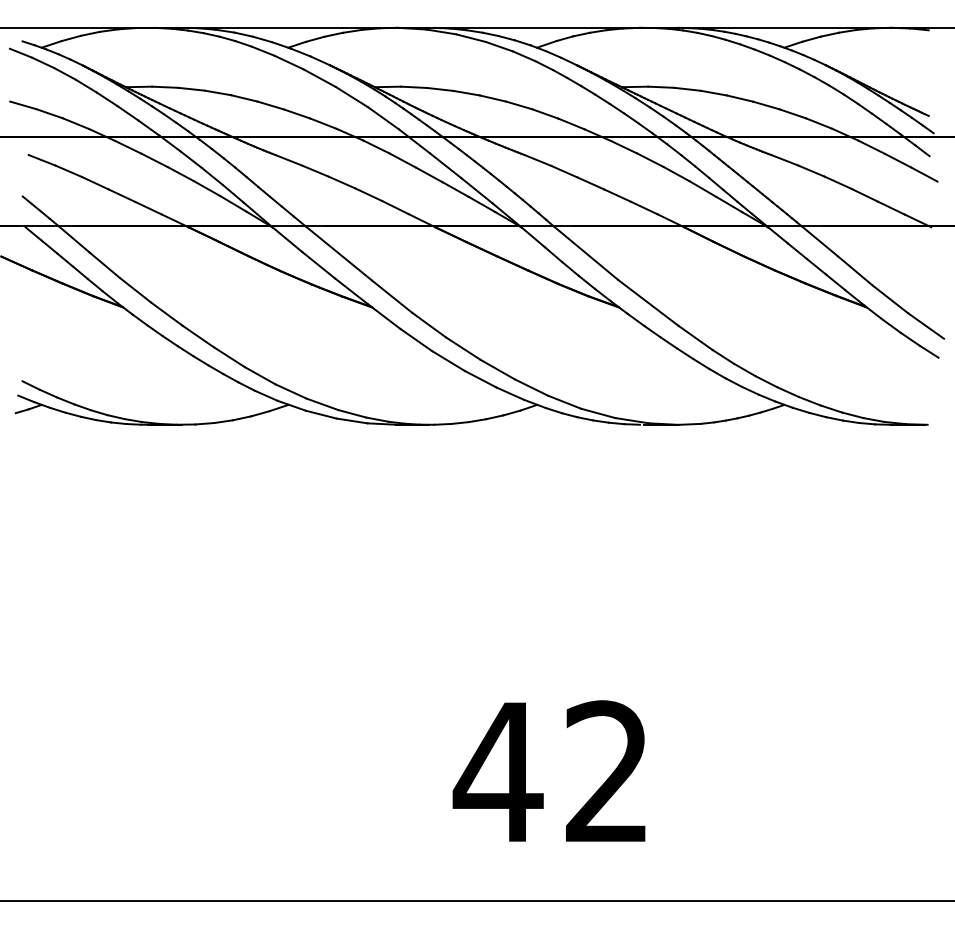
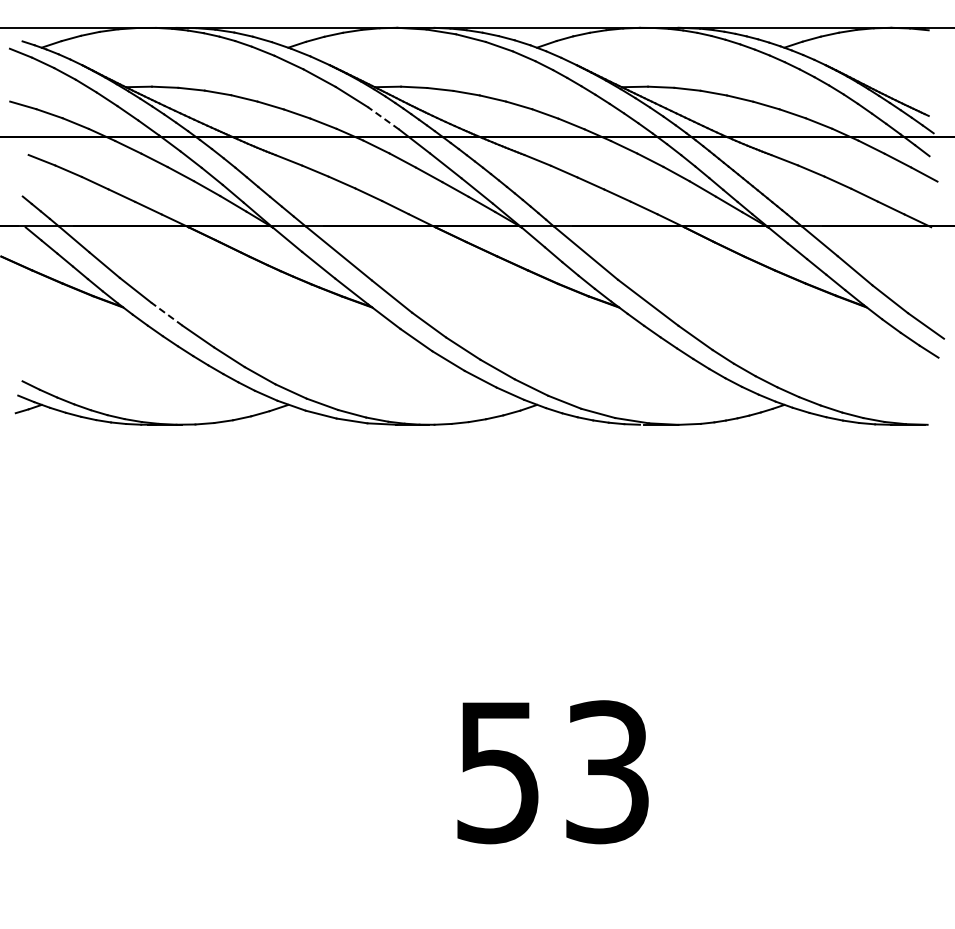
line at (383, 118): solid -> dashed
line at (166, 314): solid -> dashed
text at (550, 772): 42 -> 53
line at (476, 901): present -> none
